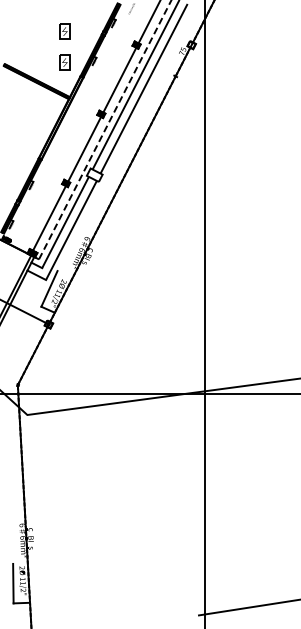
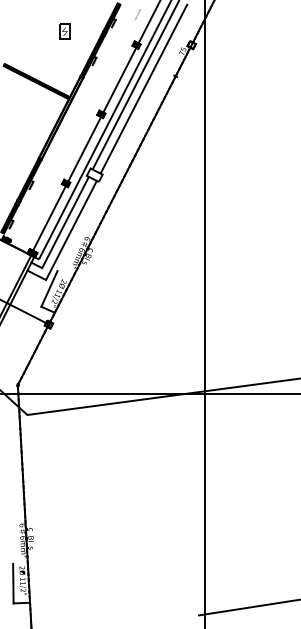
text at (131, 8) position: (131, 8) -> (137, 14)
part at (64, 62): present -> none
line at (105, 129): dashed -> solid
